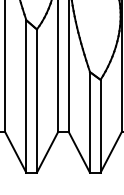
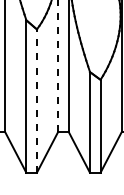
line at (58, 65): solid -> dashed
line at (36, 101): solid -> dashed
